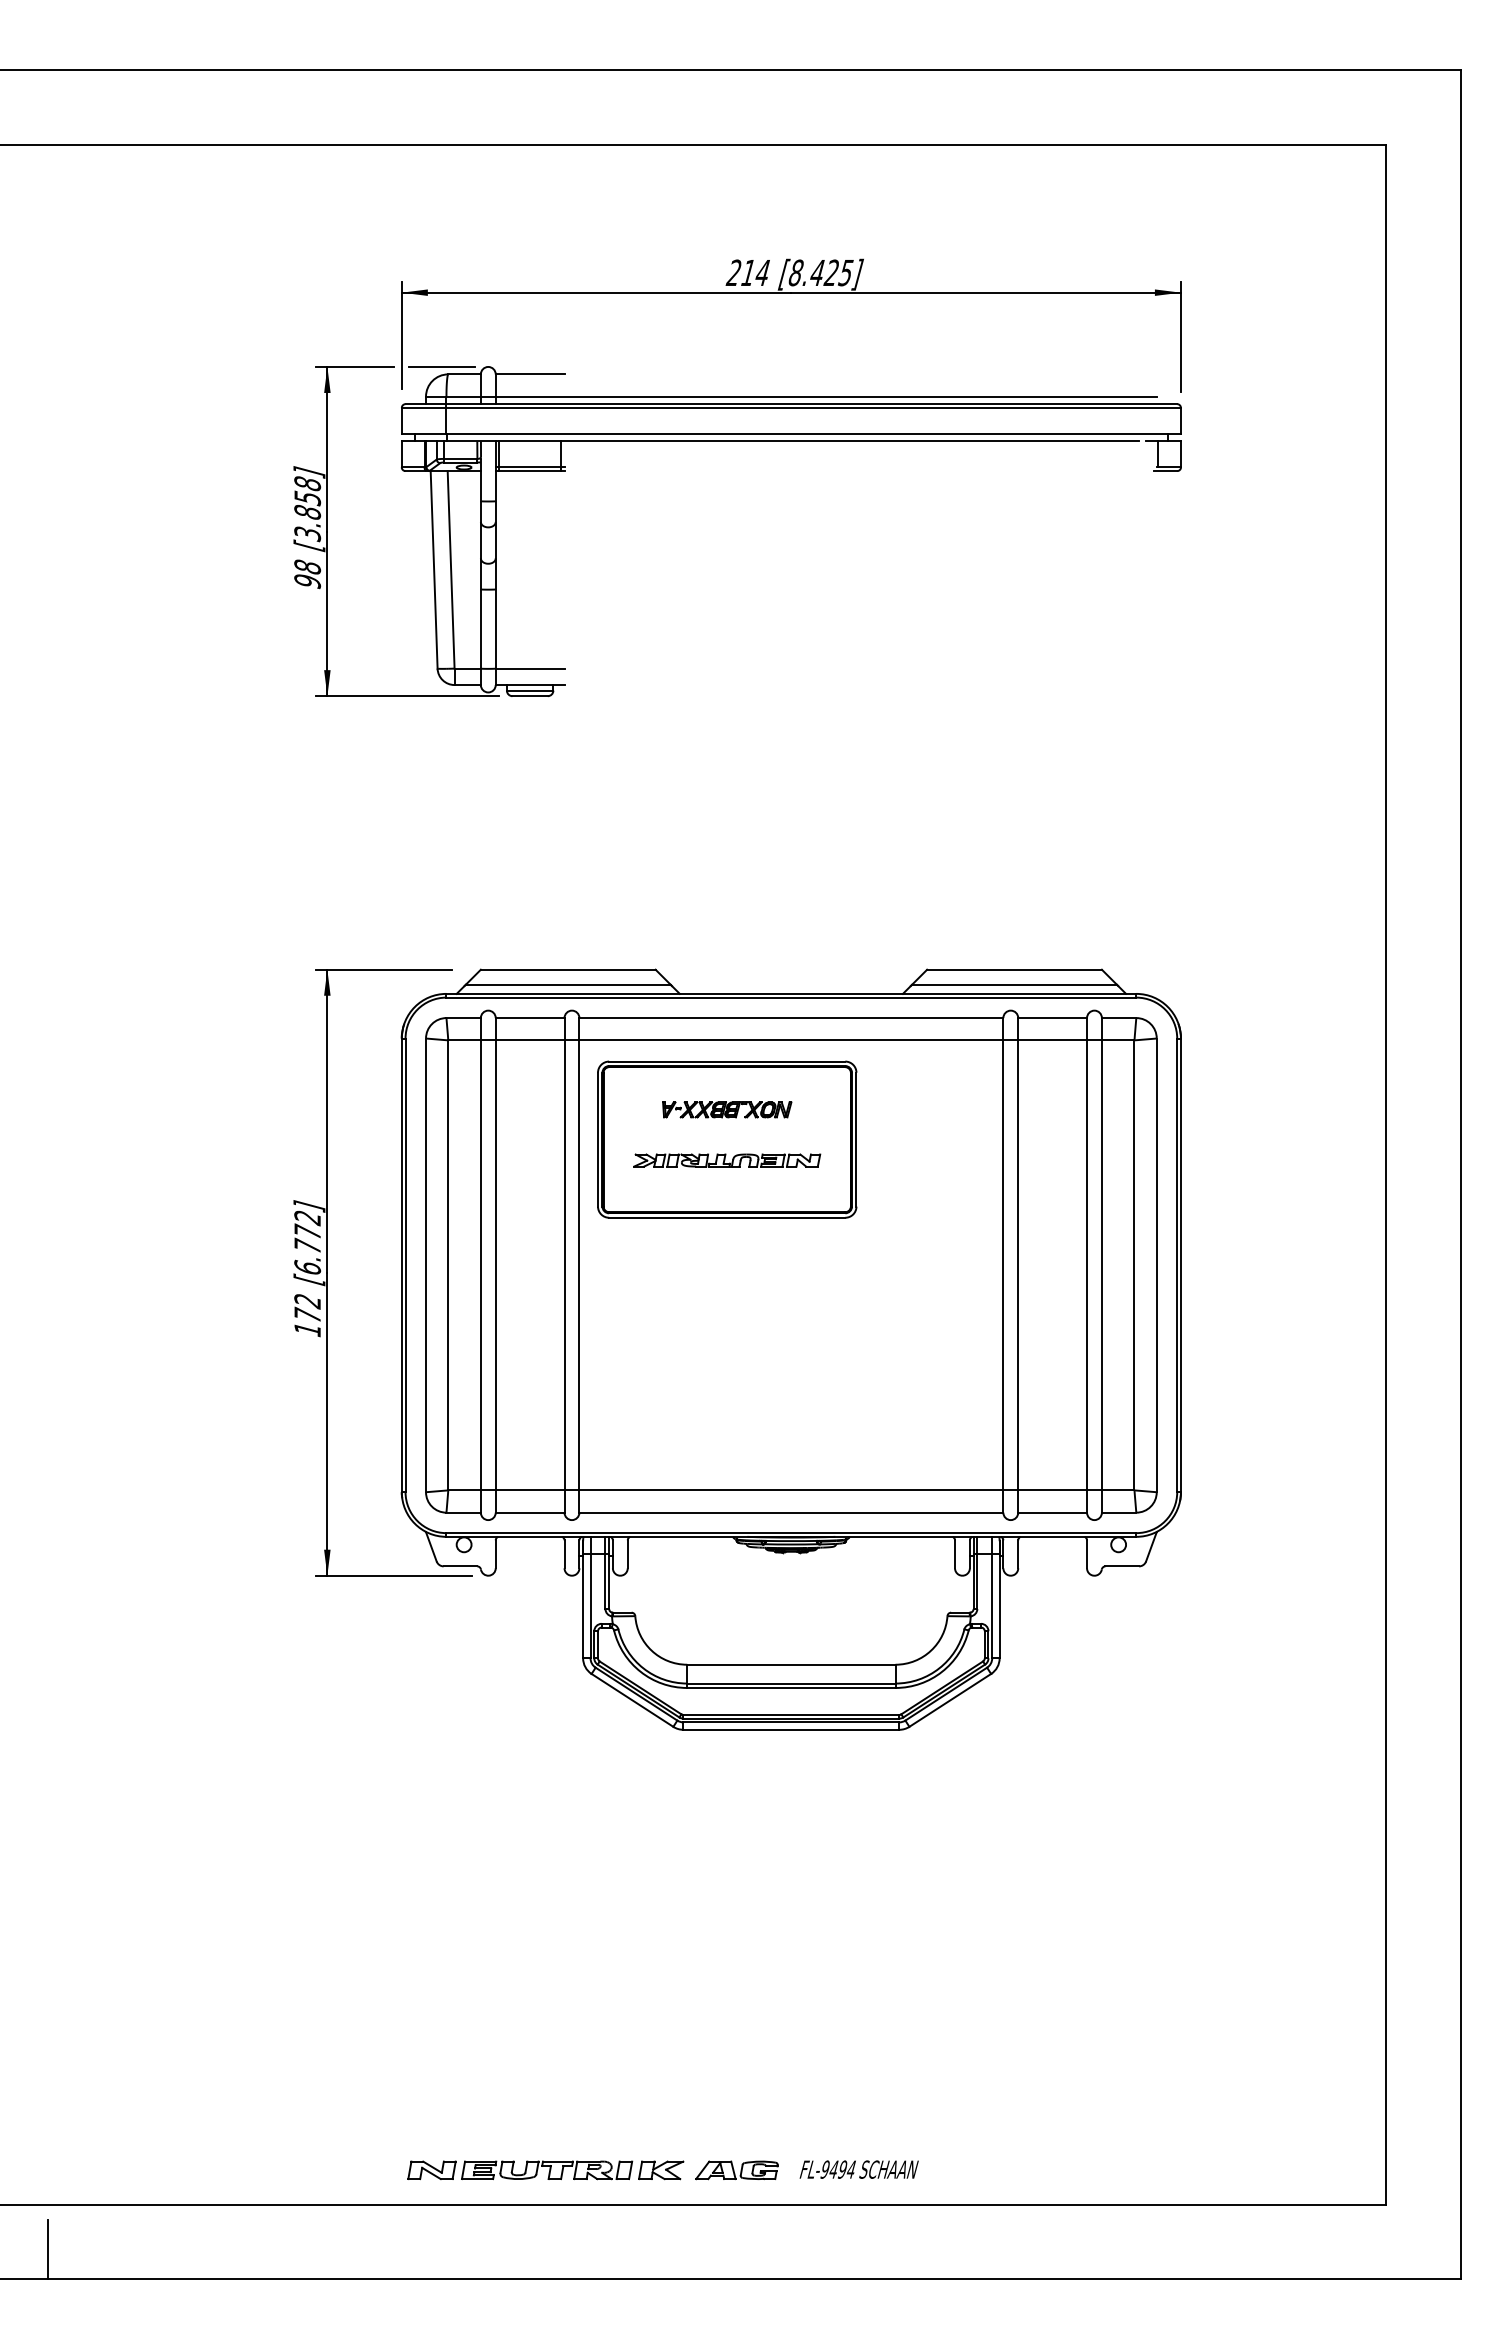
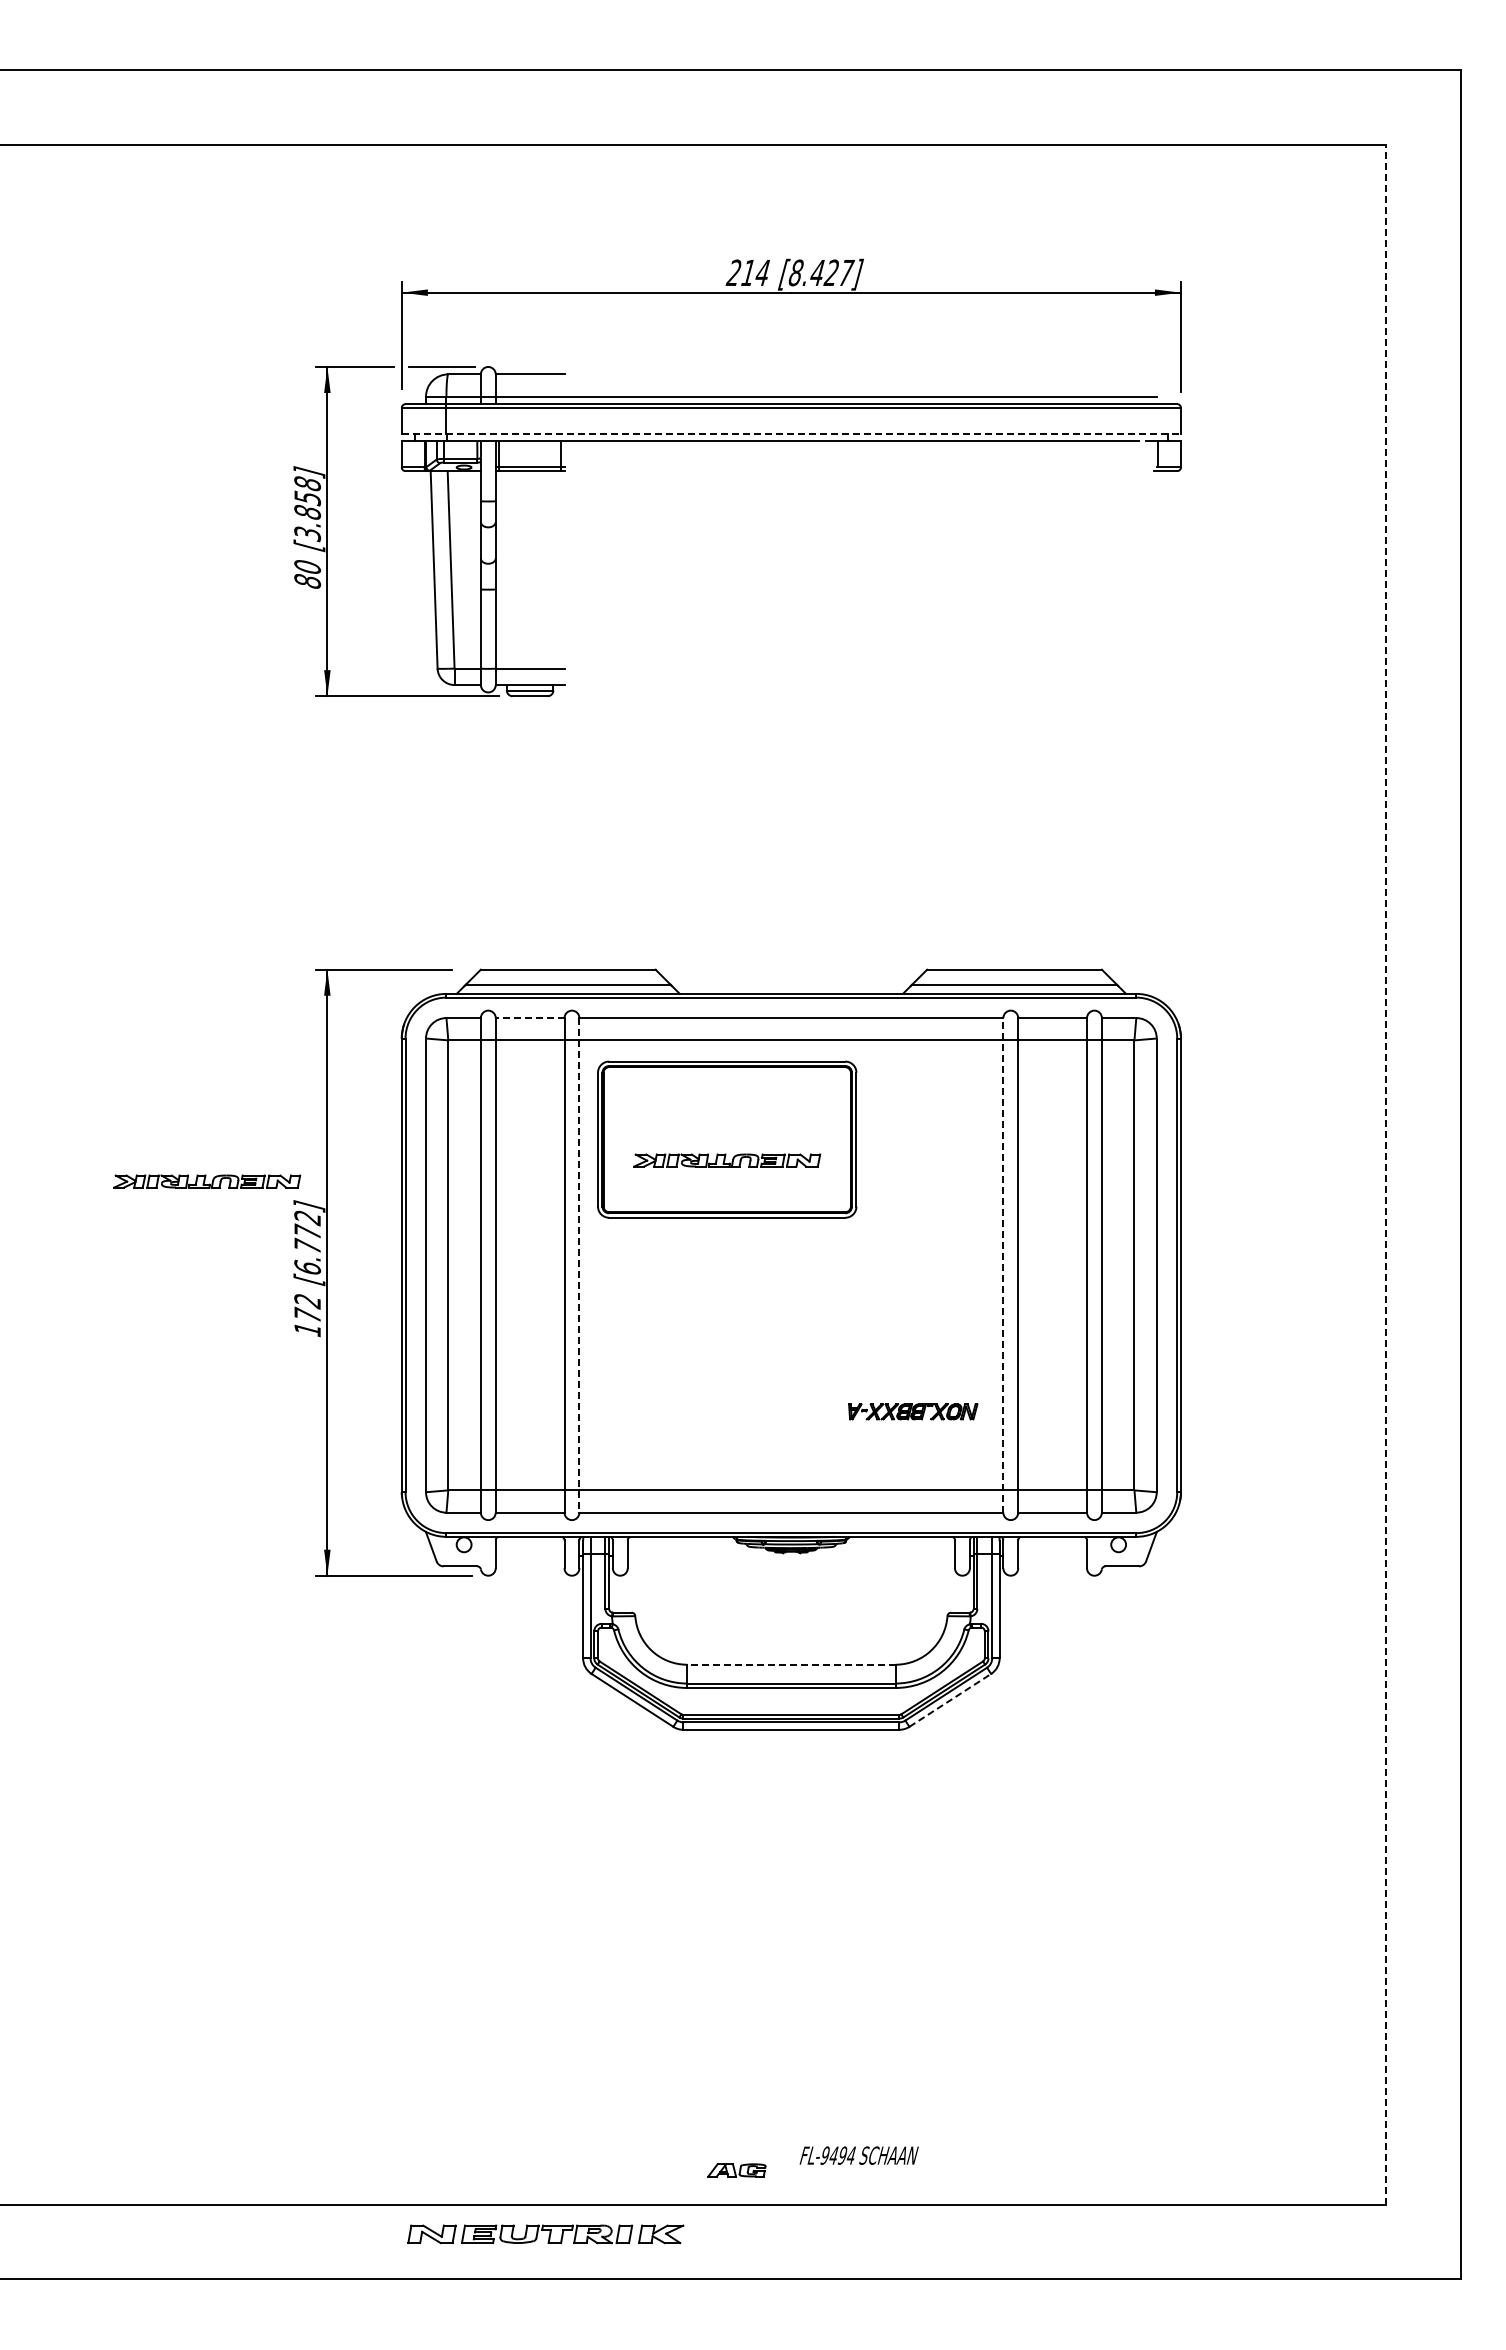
text at (846, 273): [8.425] -> [8.427]
line at (791, 433): solid -> dashed
text at (307, 574): 98 -> 80
line at (529, 1018): solid -> dashed
part at (727, 1109) position: (727, 1109) -> (913, 1411)
line at (1386, 1174): solid -> dashed
part at (207, 1181): none -> present
line at (1003, 1264): solid -> dashed
line at (579, 1265): solid -> dashed
line at (790, 1664): solid -> dashed
line at (950, 1700): solid -> dashed
text at (858, 2169) position: (858, 2169) -> (858, 2155)
part at (545, 2170) position: (545, 2170) -> (545, 2234)
part at (736, 2170) size: 84x21 px -> 60x15 px
line at (47, 2249): present -> none
